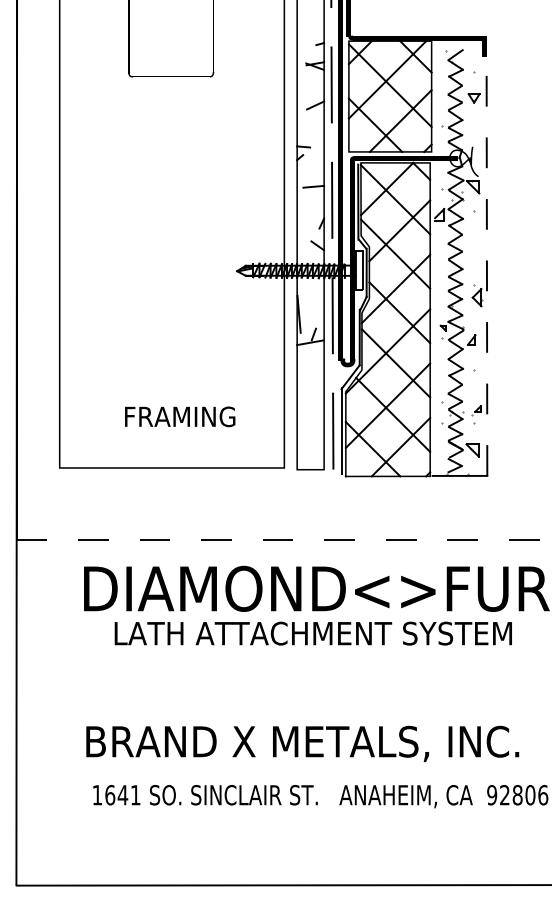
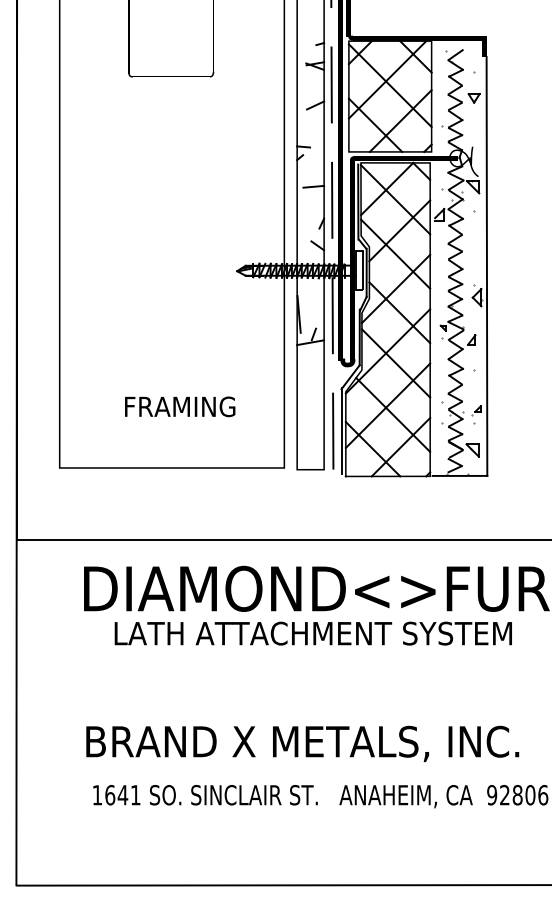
line at (486, 265): dashed -> solid
text at (180, 416) position: (180, 416) -> (180, 406)
line at (284, 539): dashed -> solid
